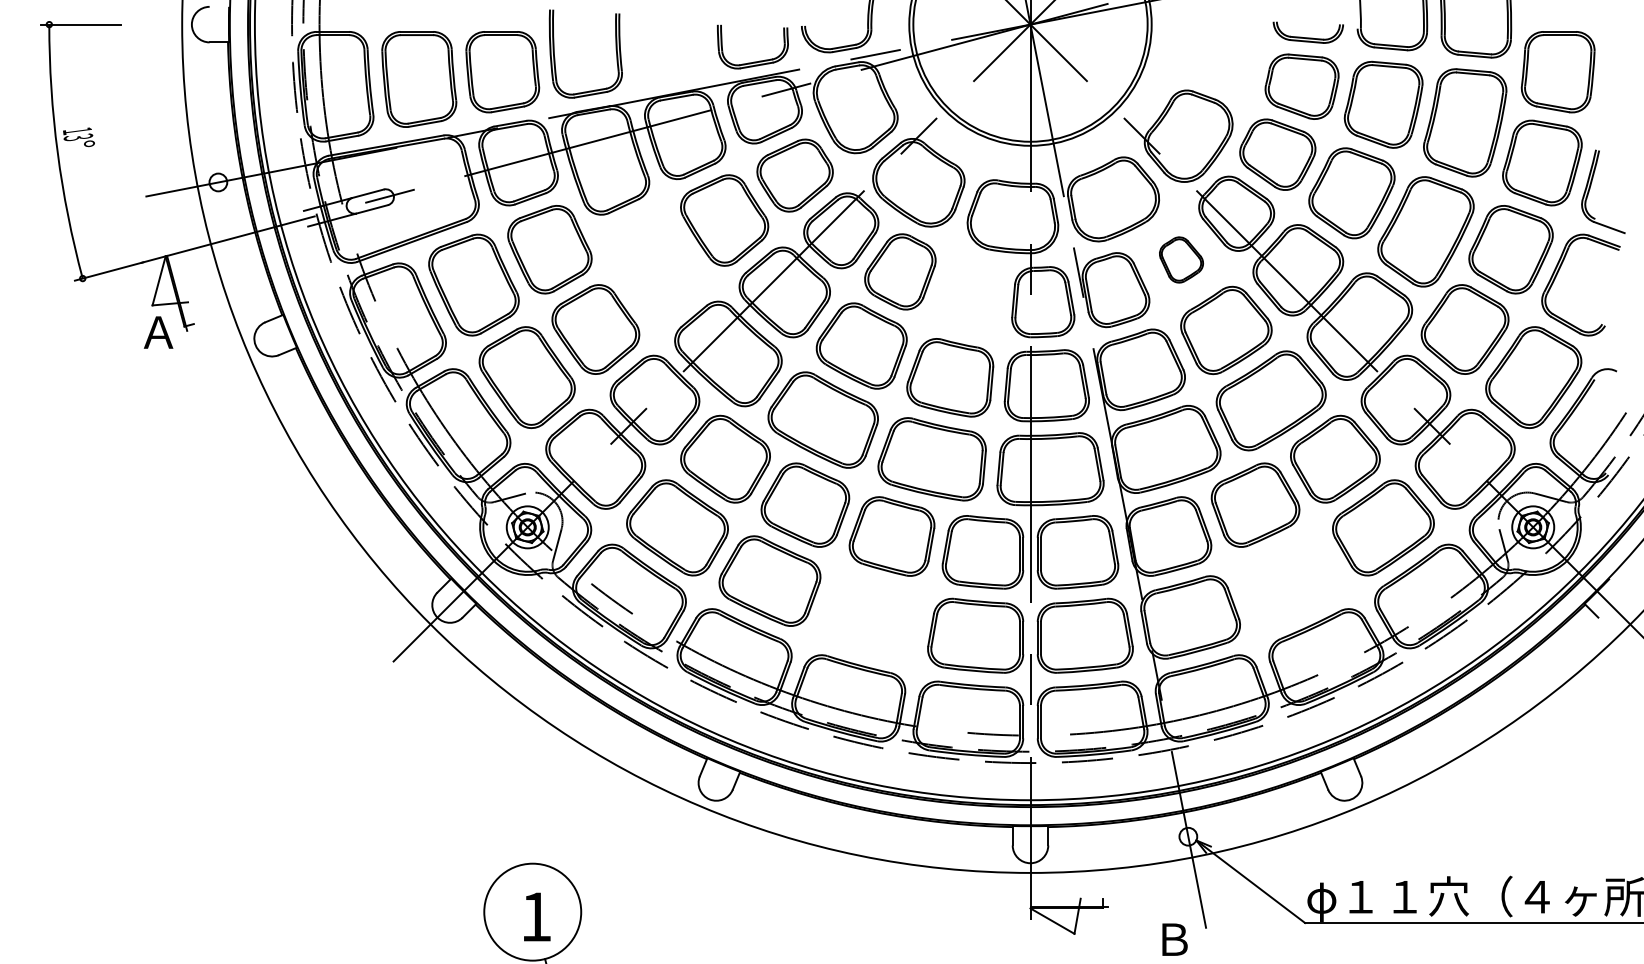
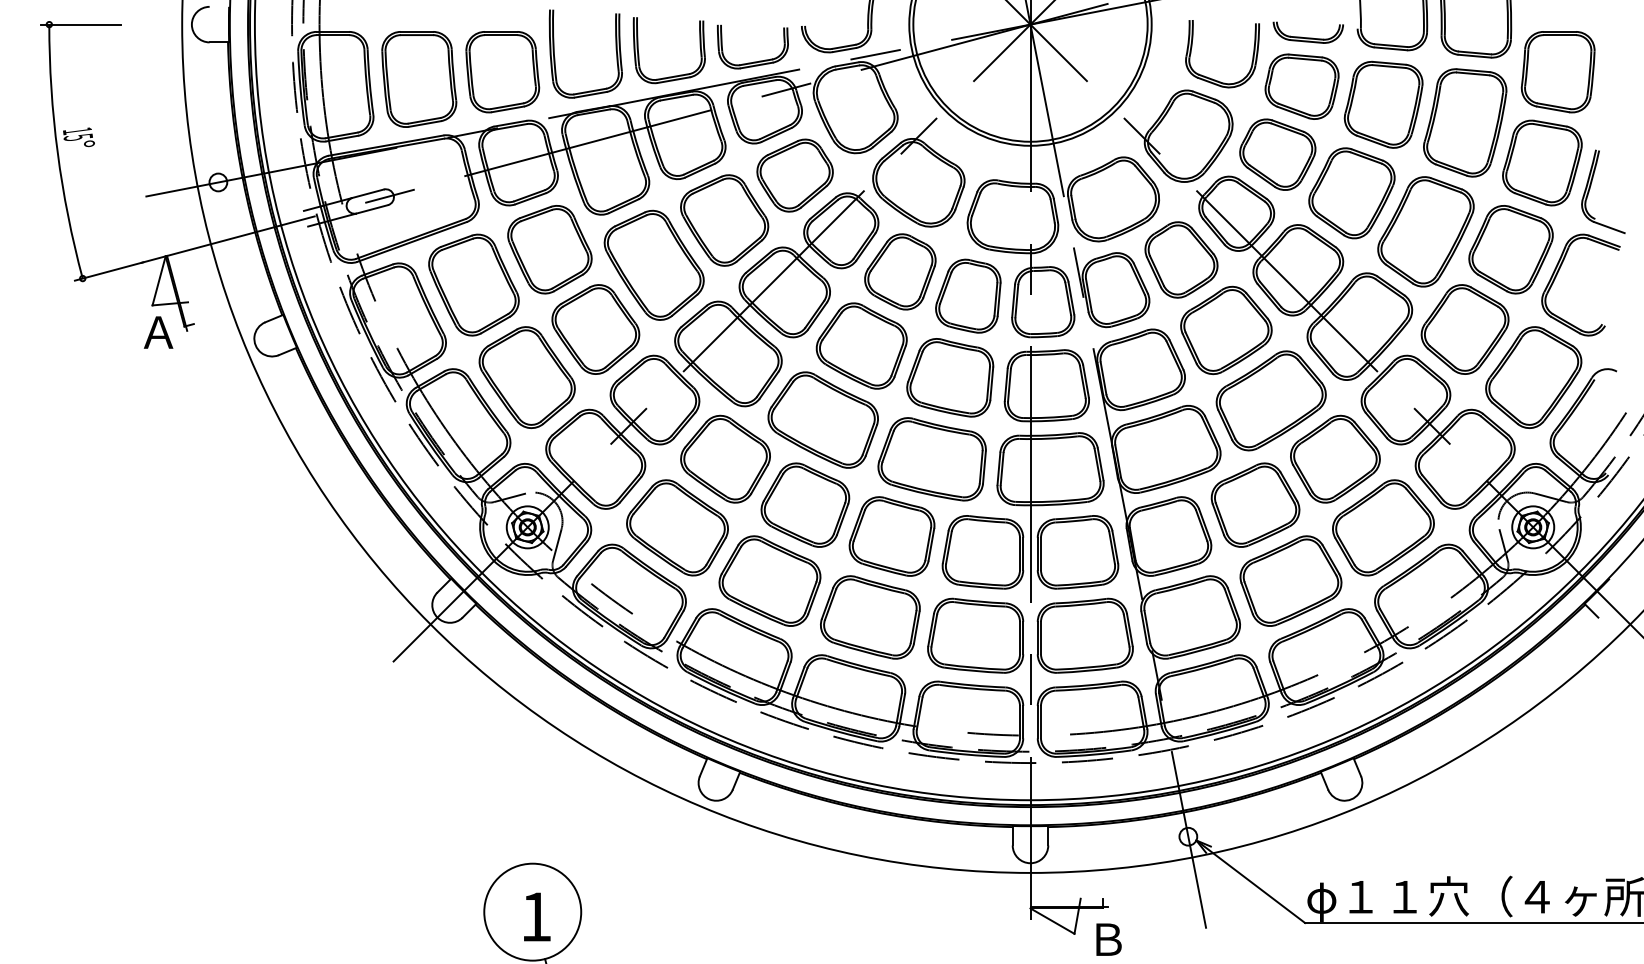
part at (674, 75): none -> present
part at (1215, 79): none -> present
text at (78, 137): 13 -> 15
part at (1181, 259) size: 45x48 px -> 75x78 px
part at (653, 264): none -> present
part at (968, 295): none -> present
part at (1290, 580): none -> present
part at (870, 617): none -> present
text at (1174, 939) position: (1174, 939) -> (1108, 939)
